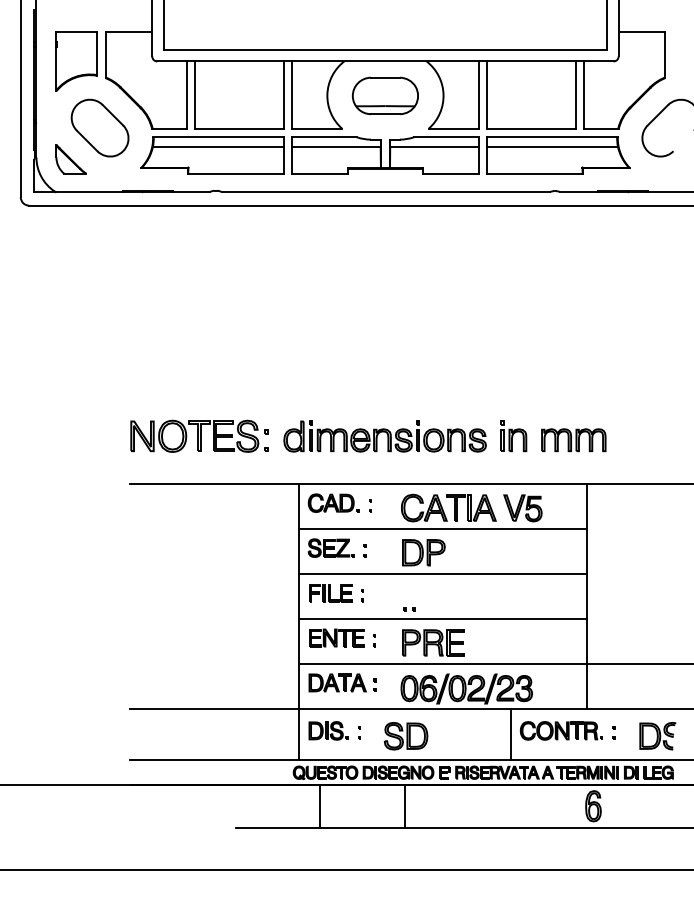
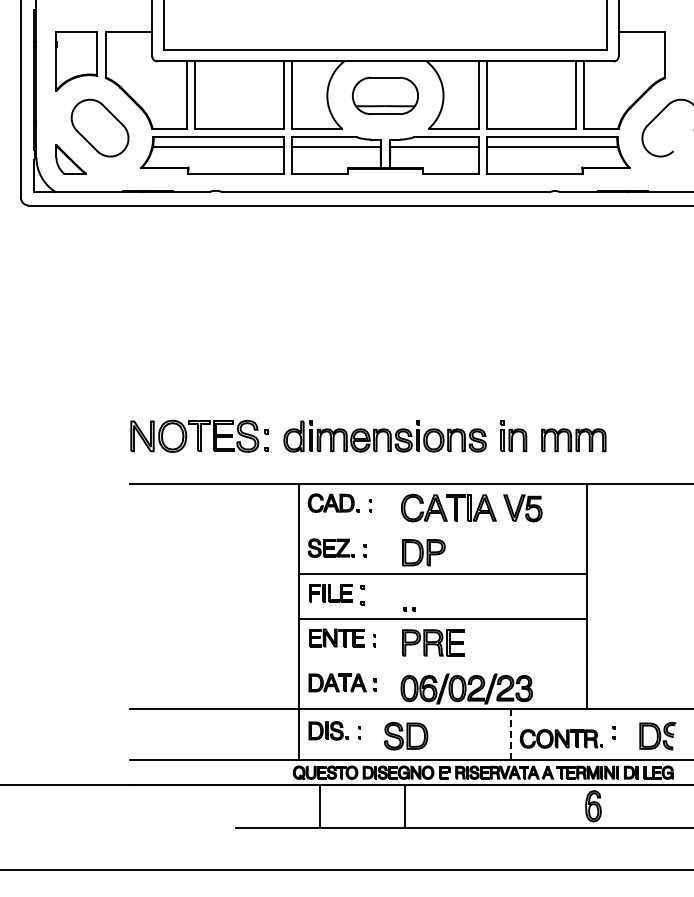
line at (443, 529): present -> none
part at (362, 595) size: 3x14 px -> 5x21 px
line at (494, 664): present -> none
part at (560, 730) position: (560, 730) -> (560, 738)
line at (511, 733): solid -> dashed
